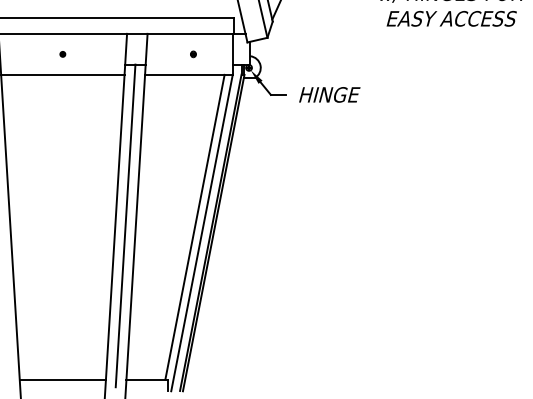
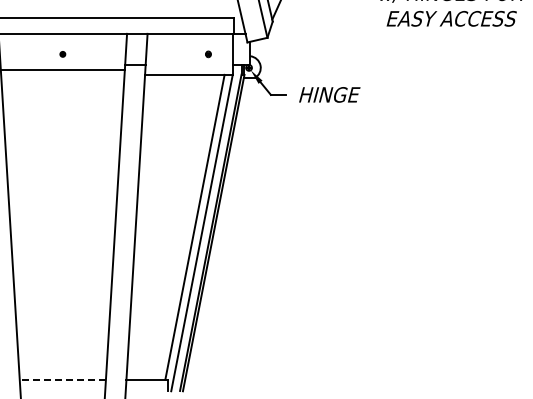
part at (193, 54) position: (193, 54) -> (208, 54)
line at (63, 74) position: (63, 74) -> (63, 69)
line at (125, 225): present -> none
line at (62, 379): solid -> dashed
